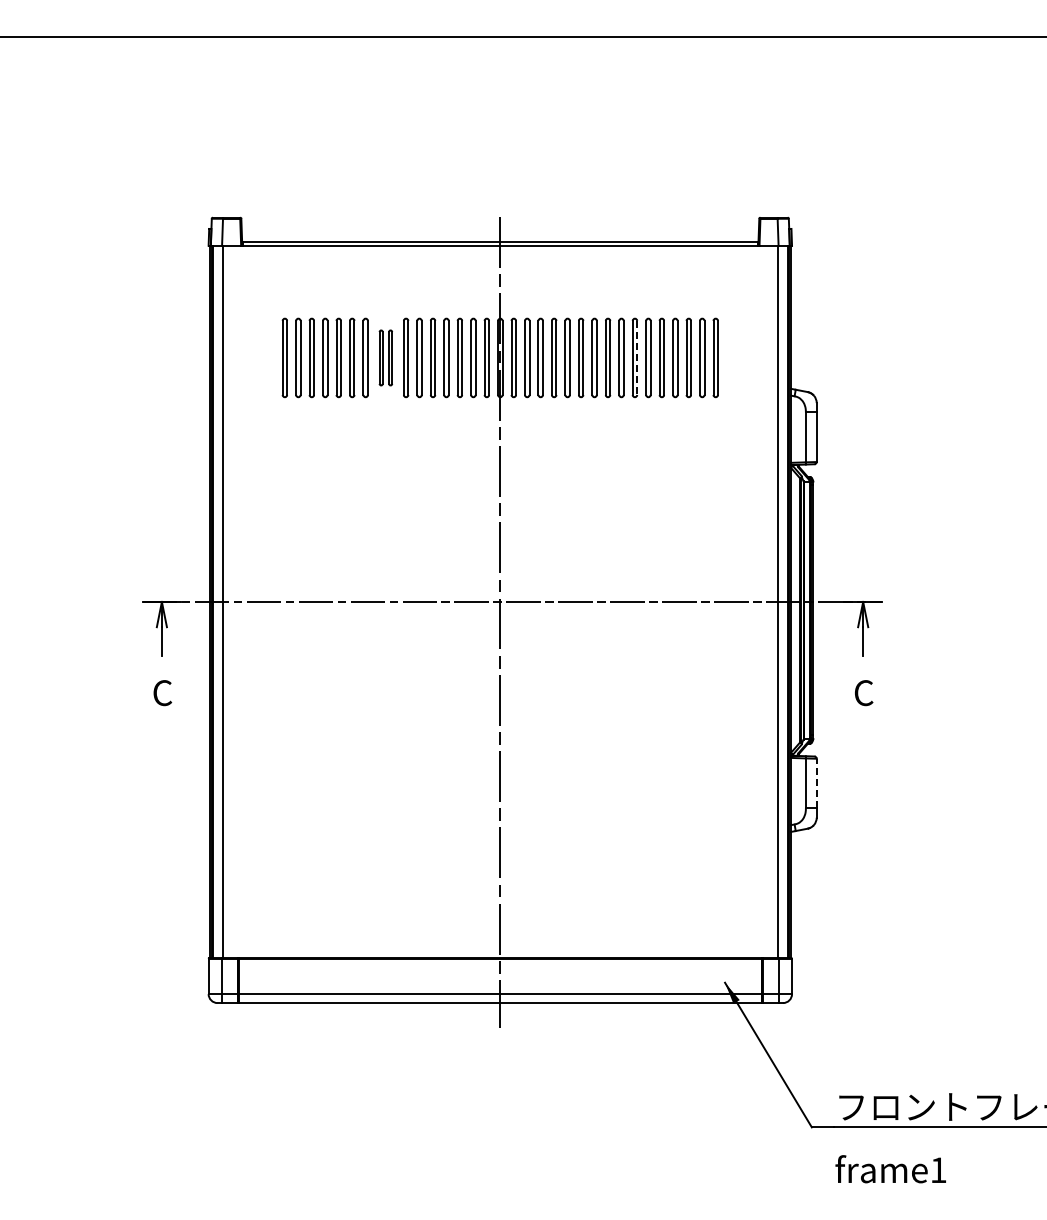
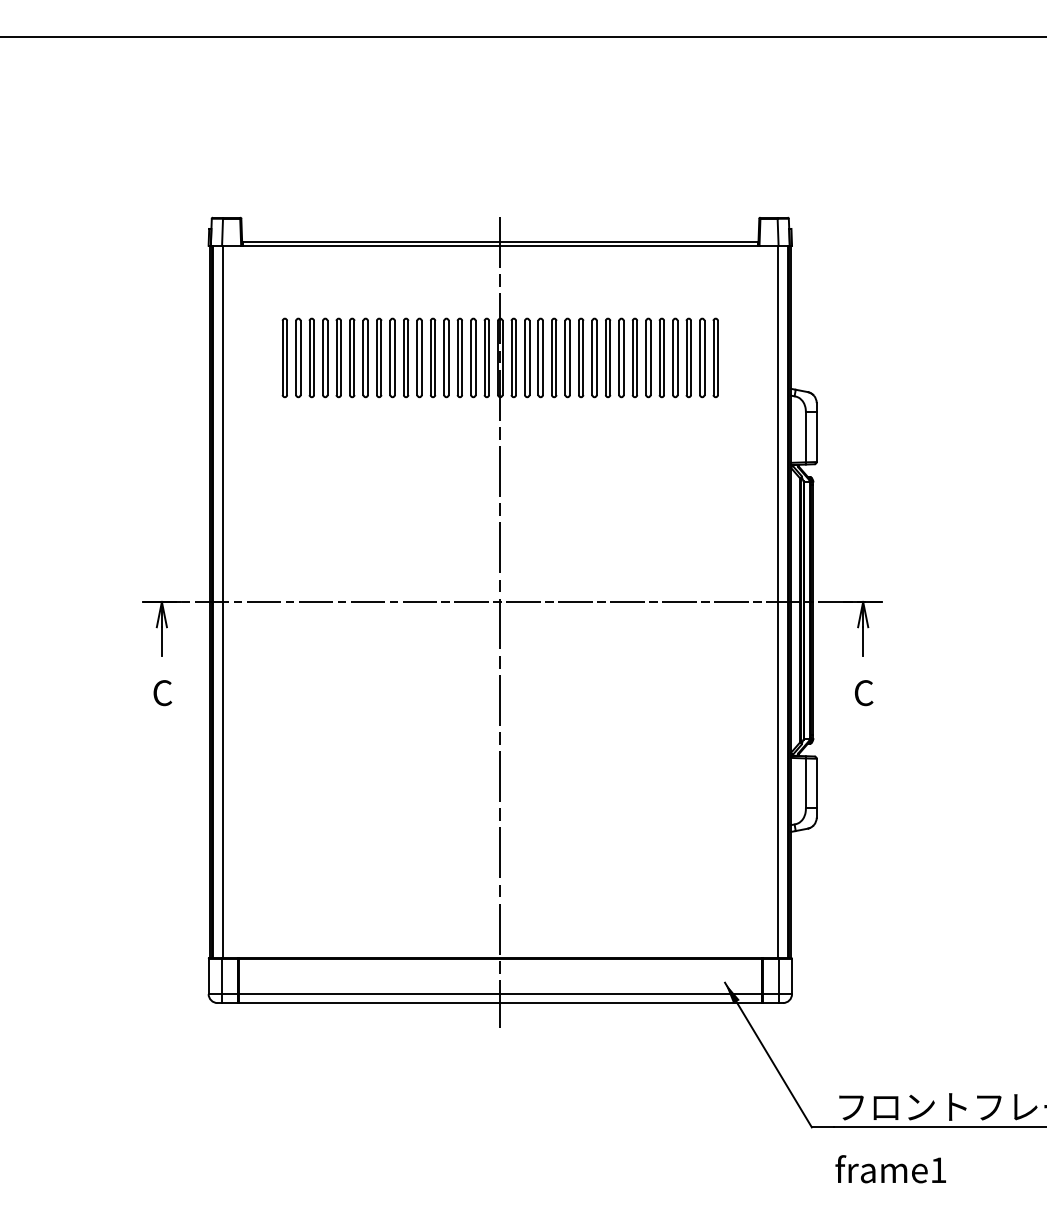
part at (385, 357) size: 15x58 px -> 20x82 px
line at (637, 358): dashed -> solid
line at (816, 783): dashed -> solid
